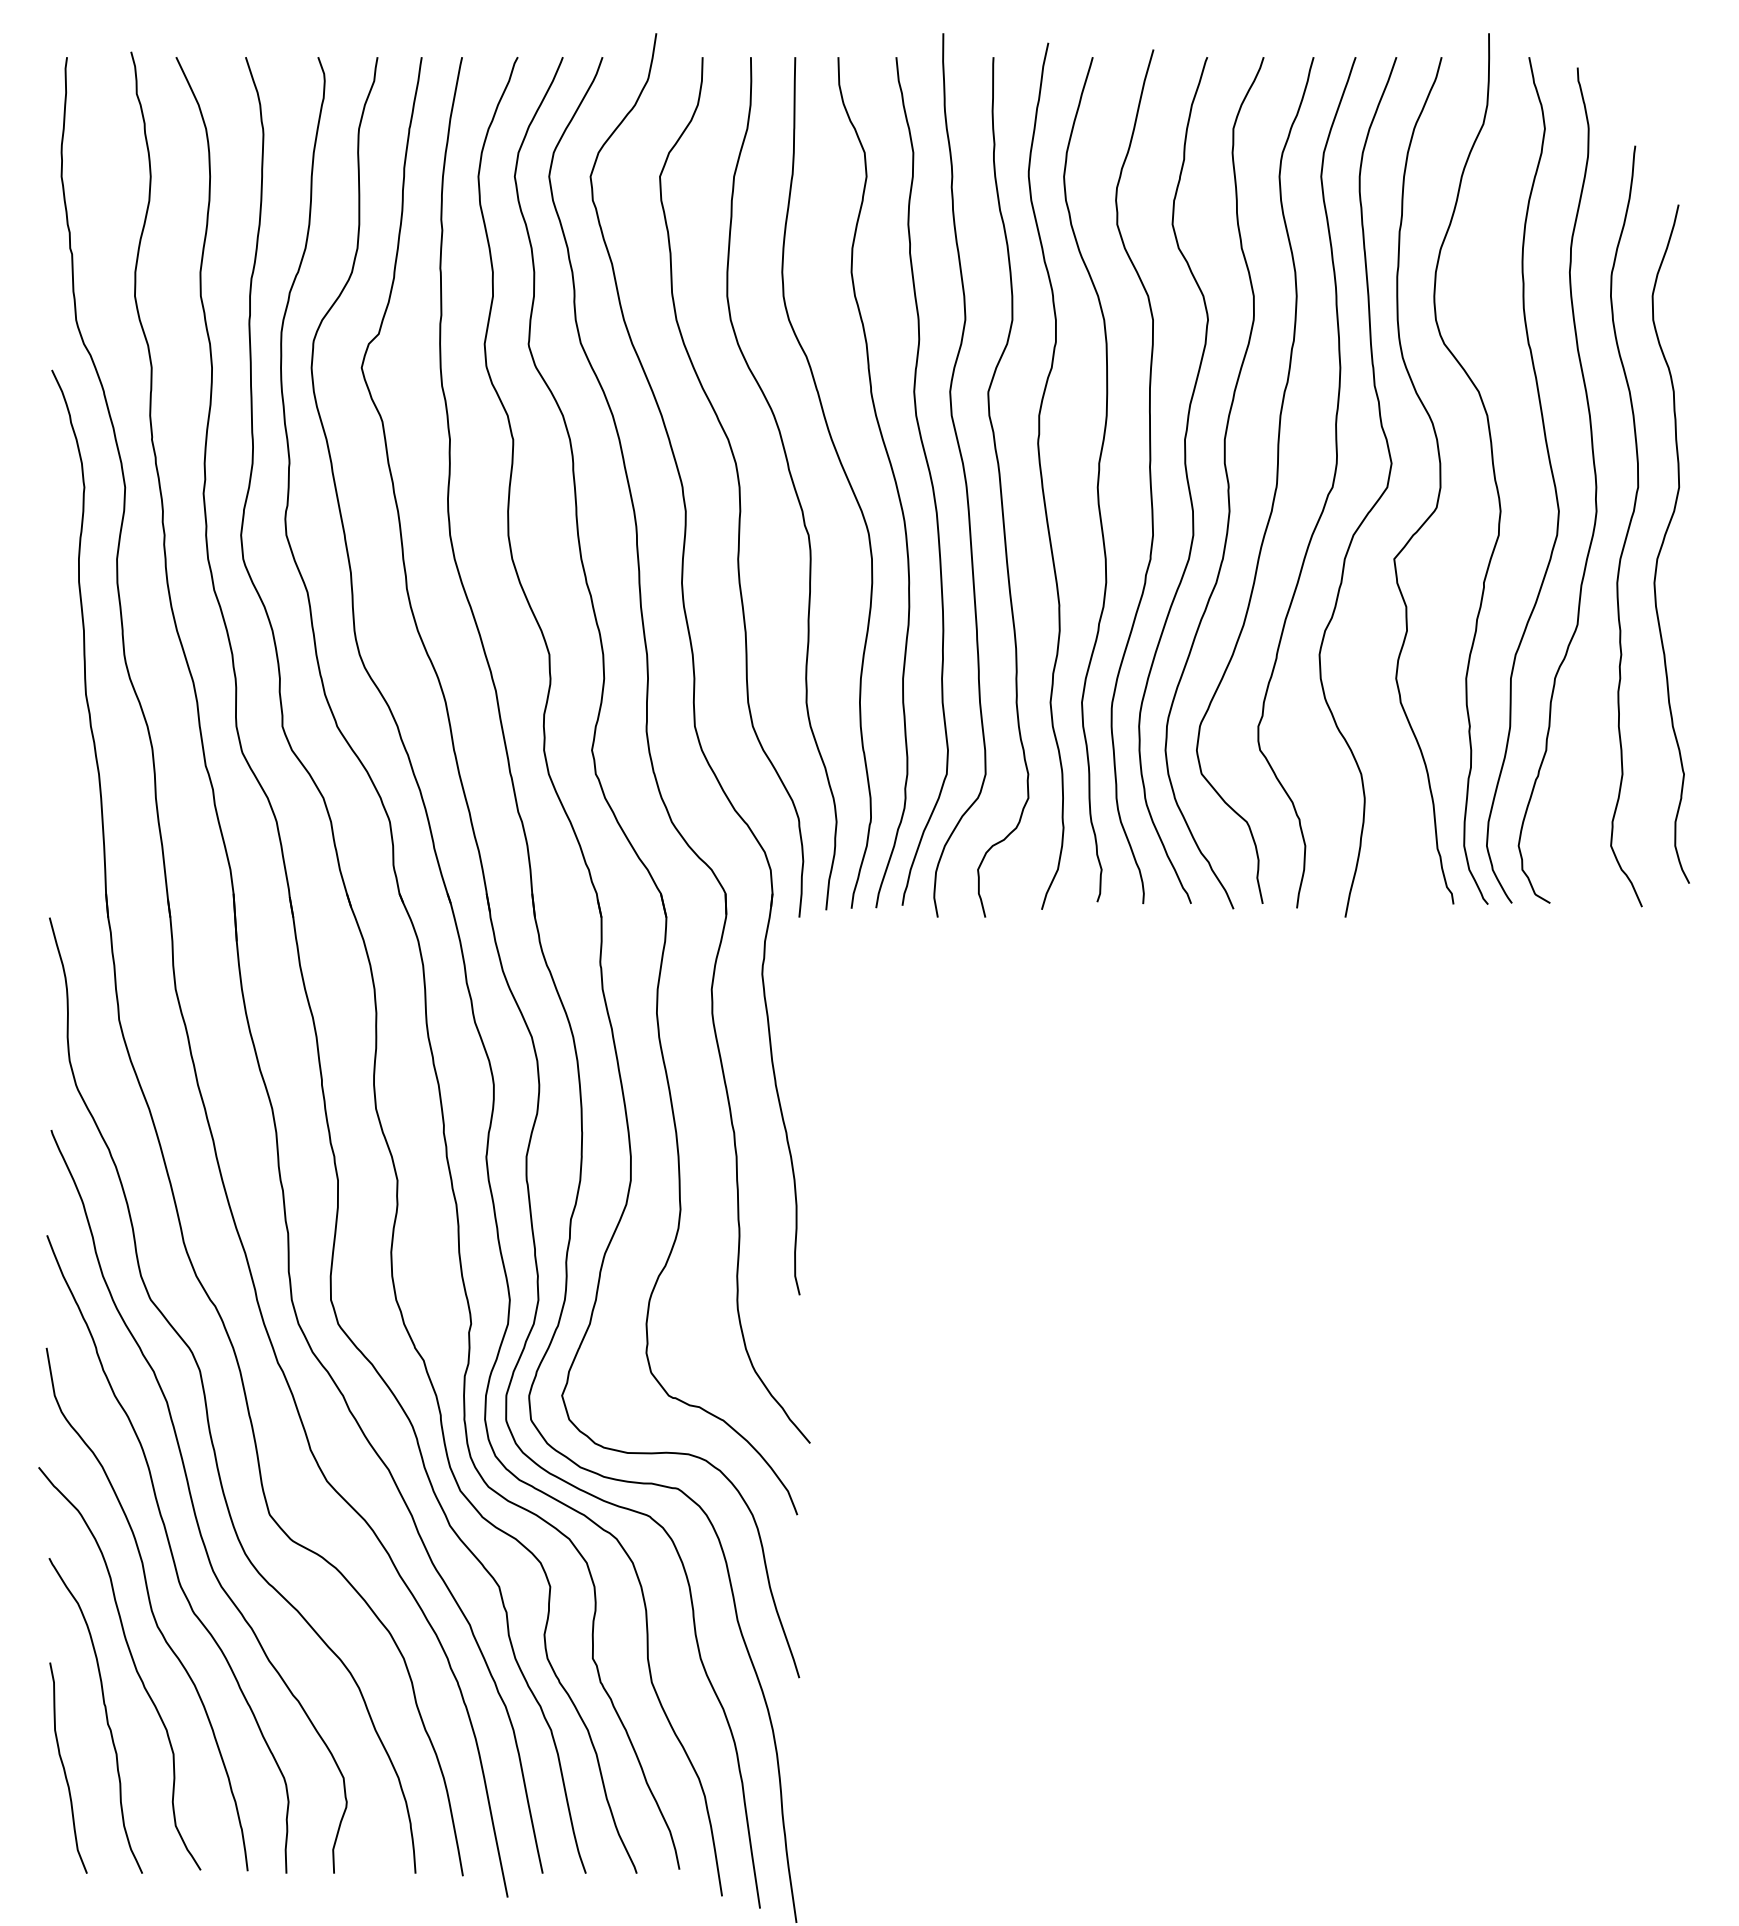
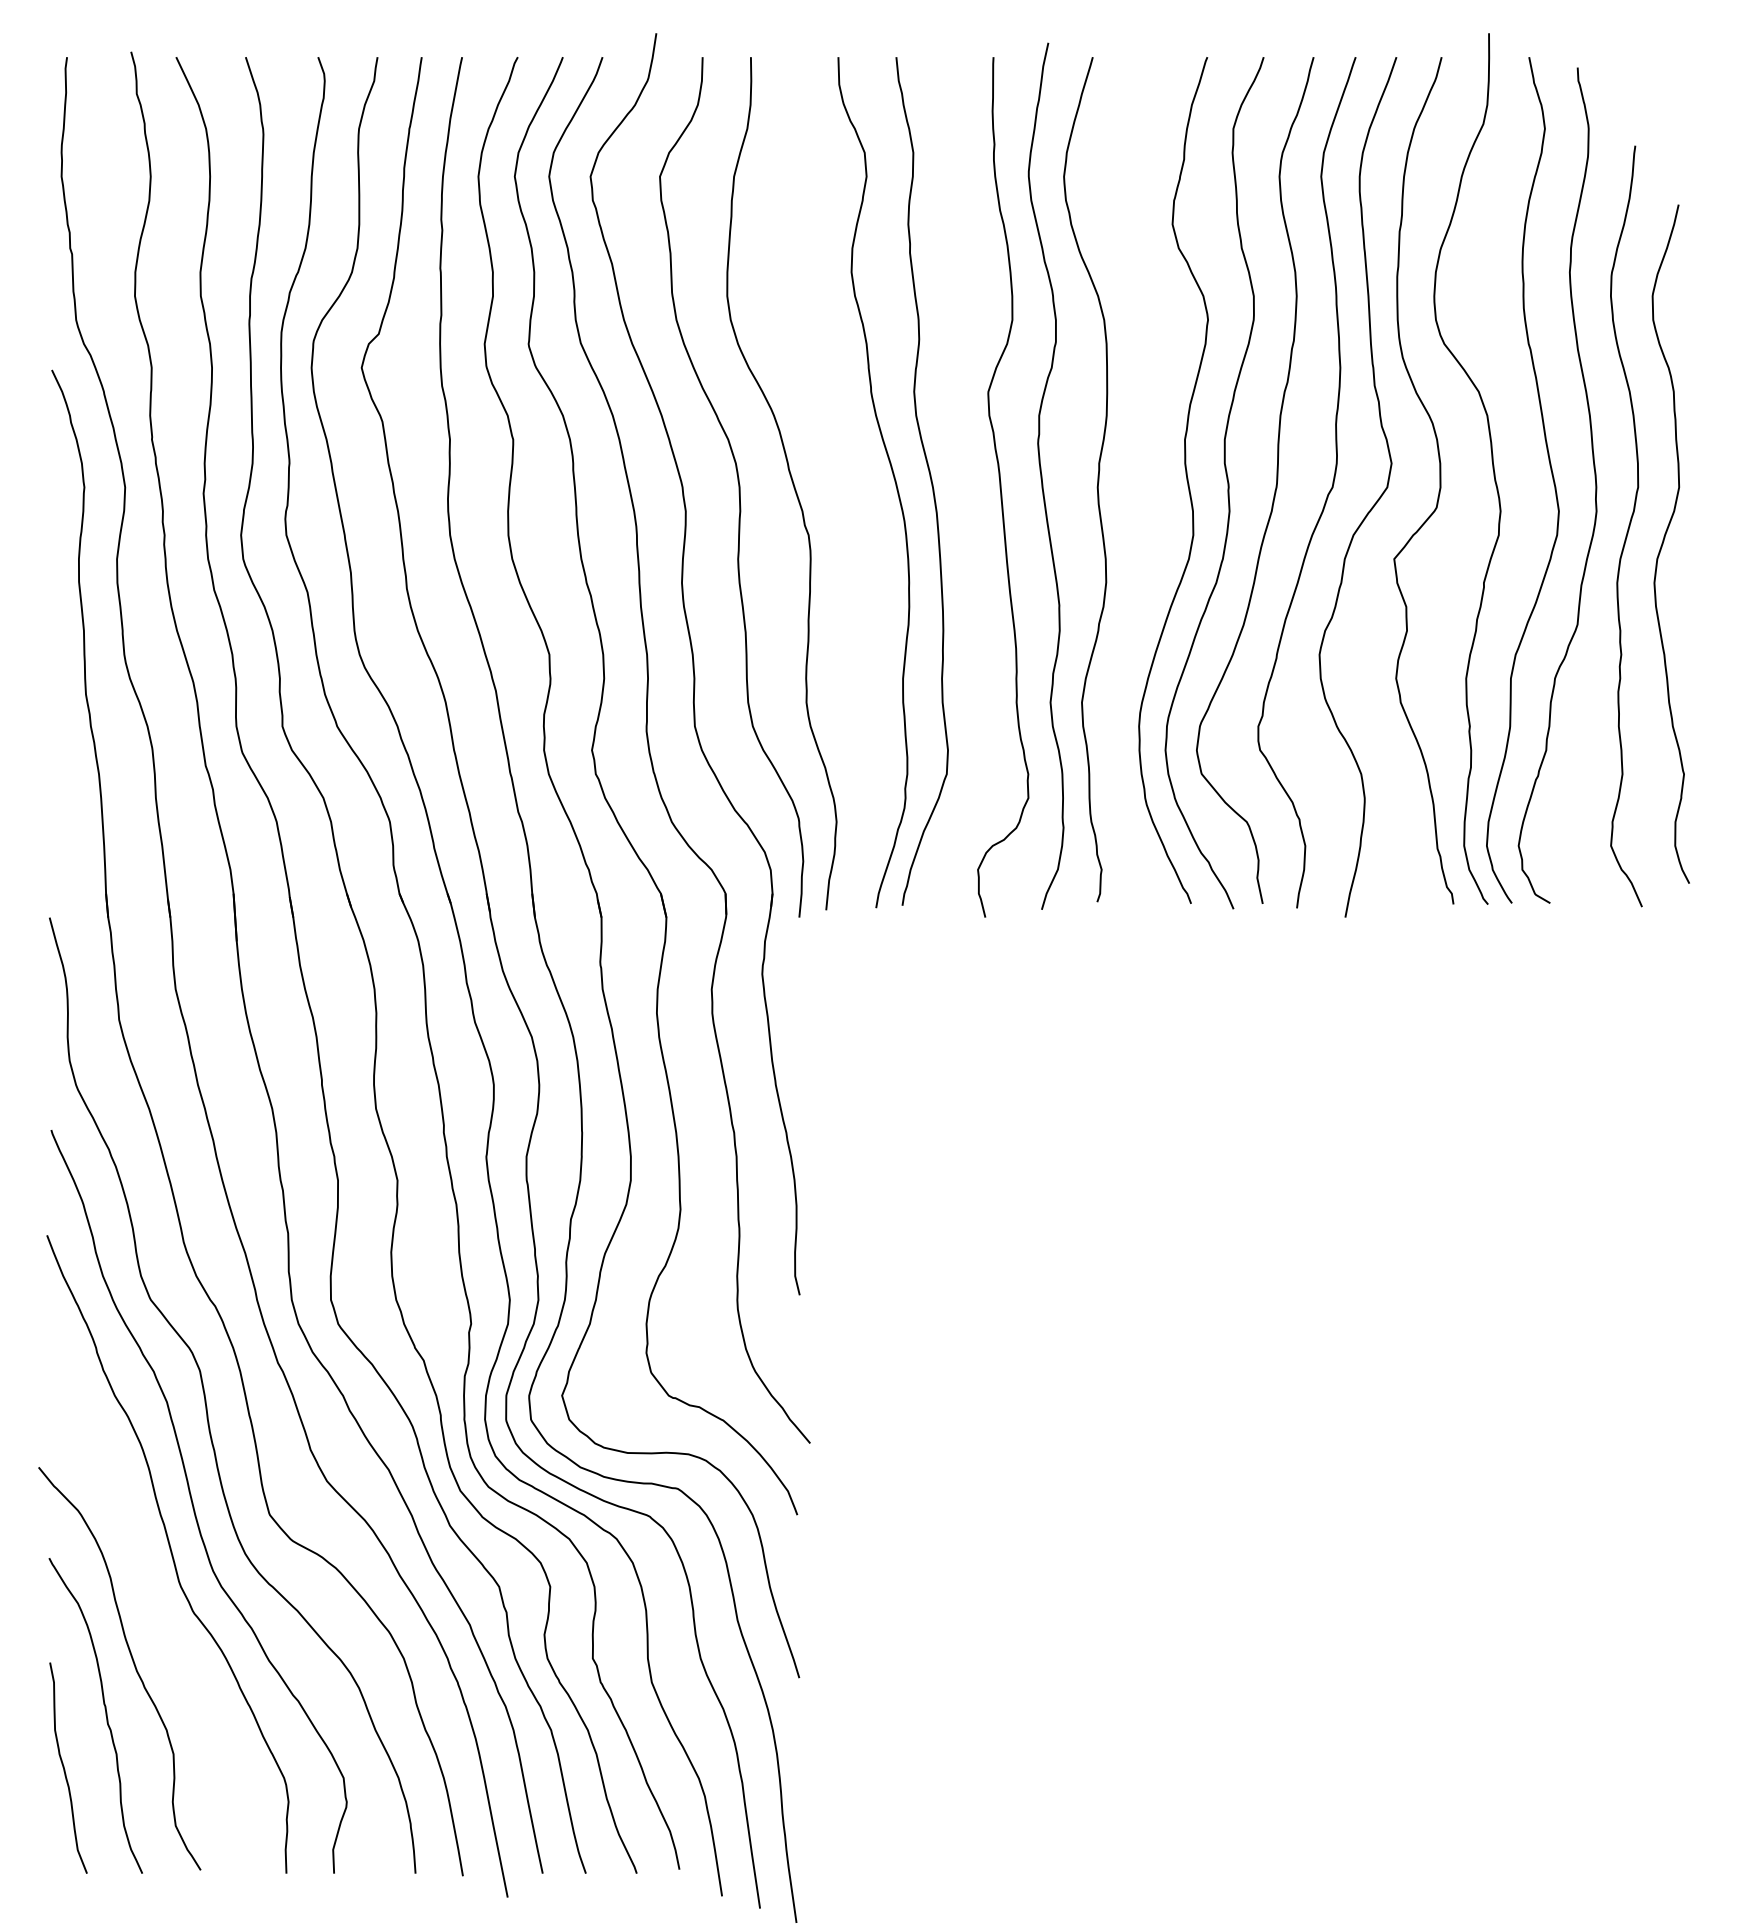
curve at (844, 474): present -> none
curve at (963, 474): present -> none
curve at (1149, 476): present -> none
curve at (150, 1609): present -> none
